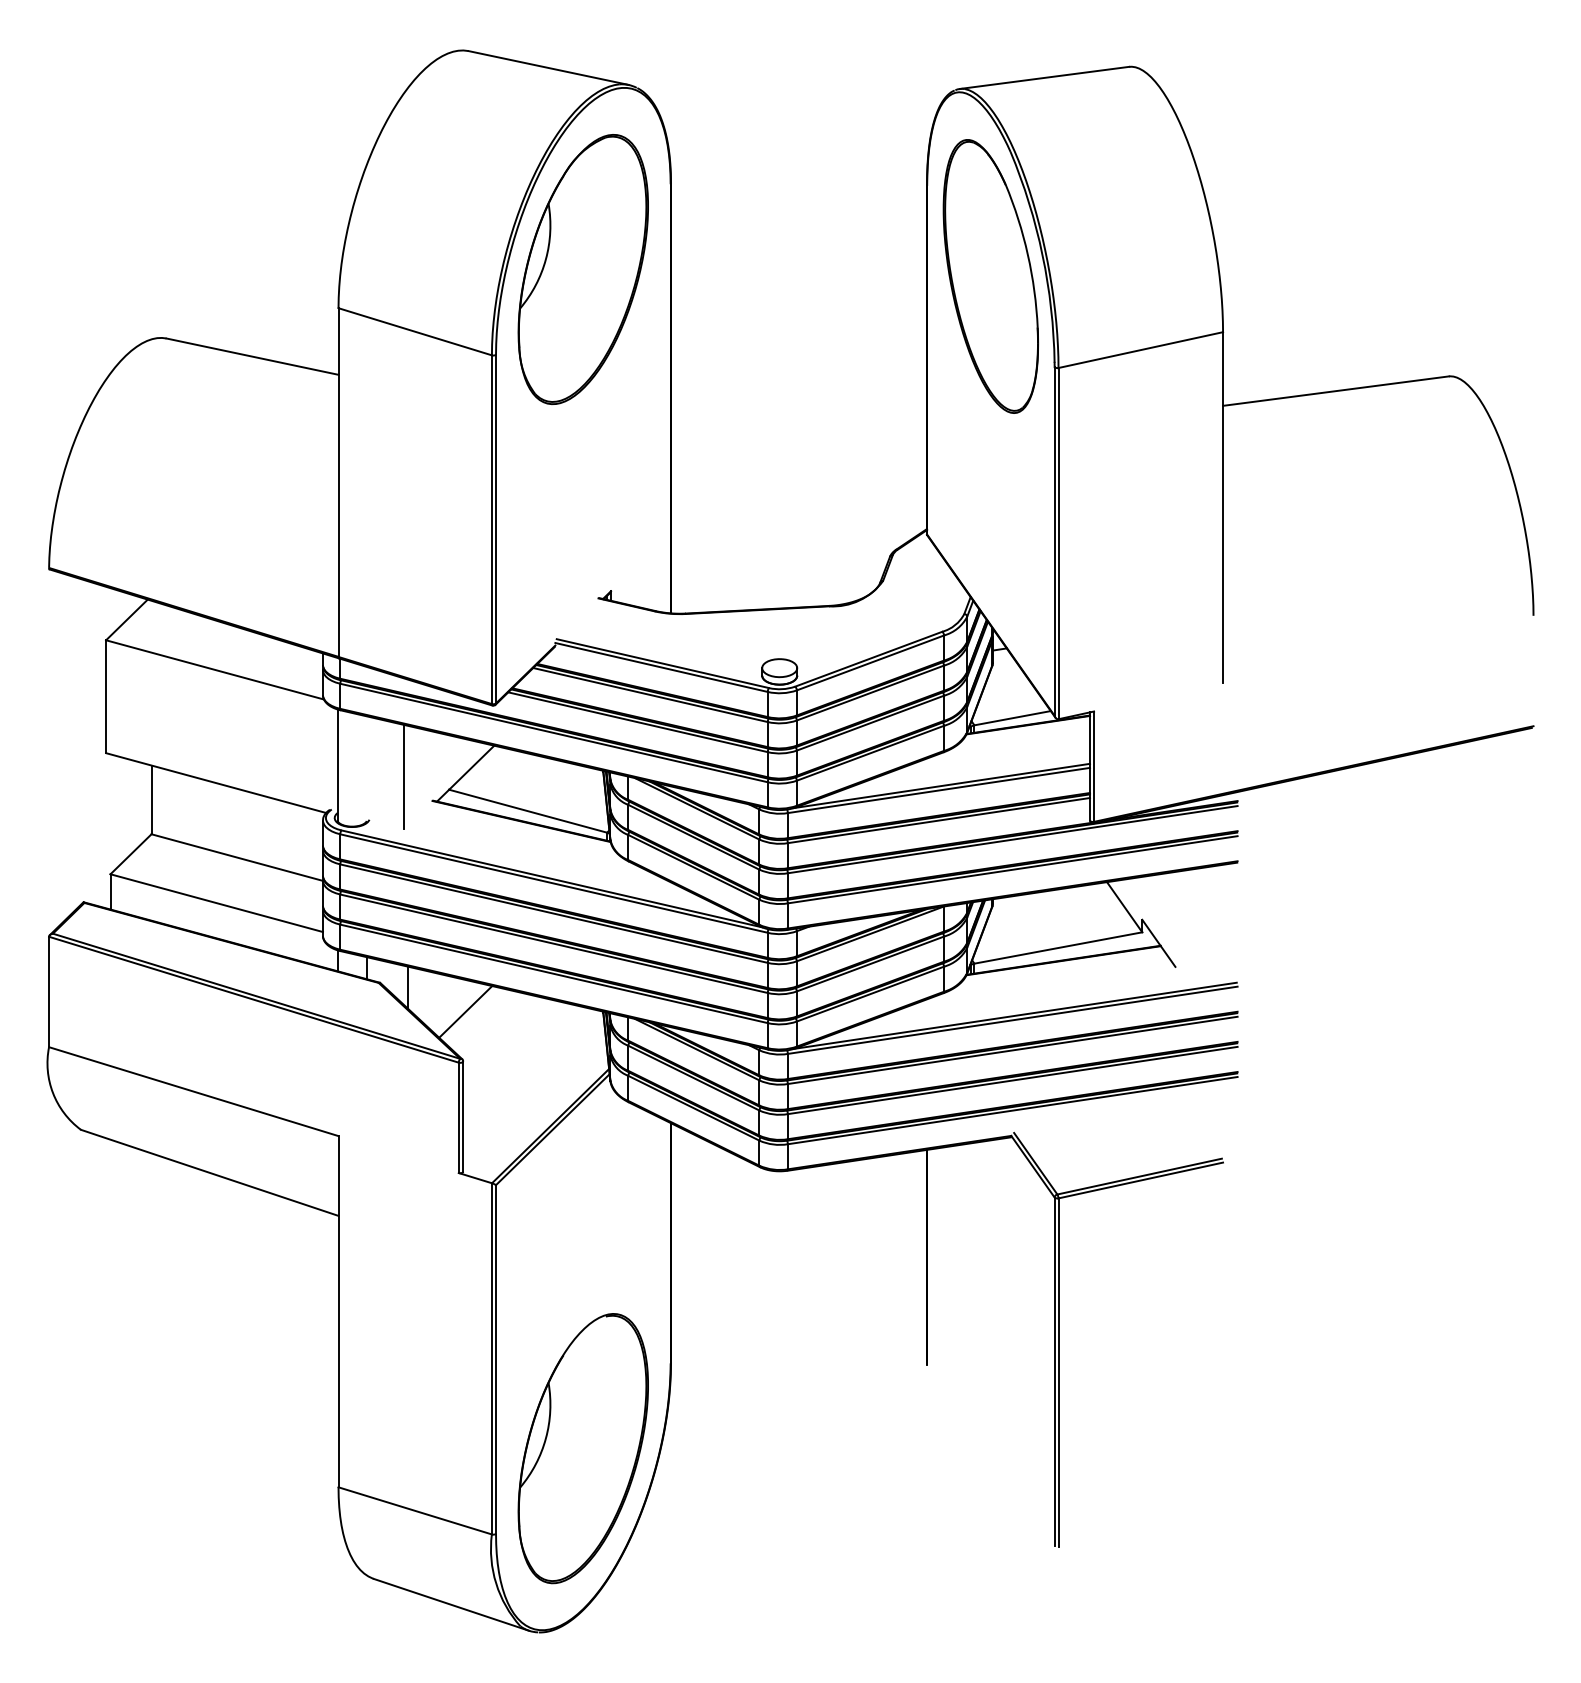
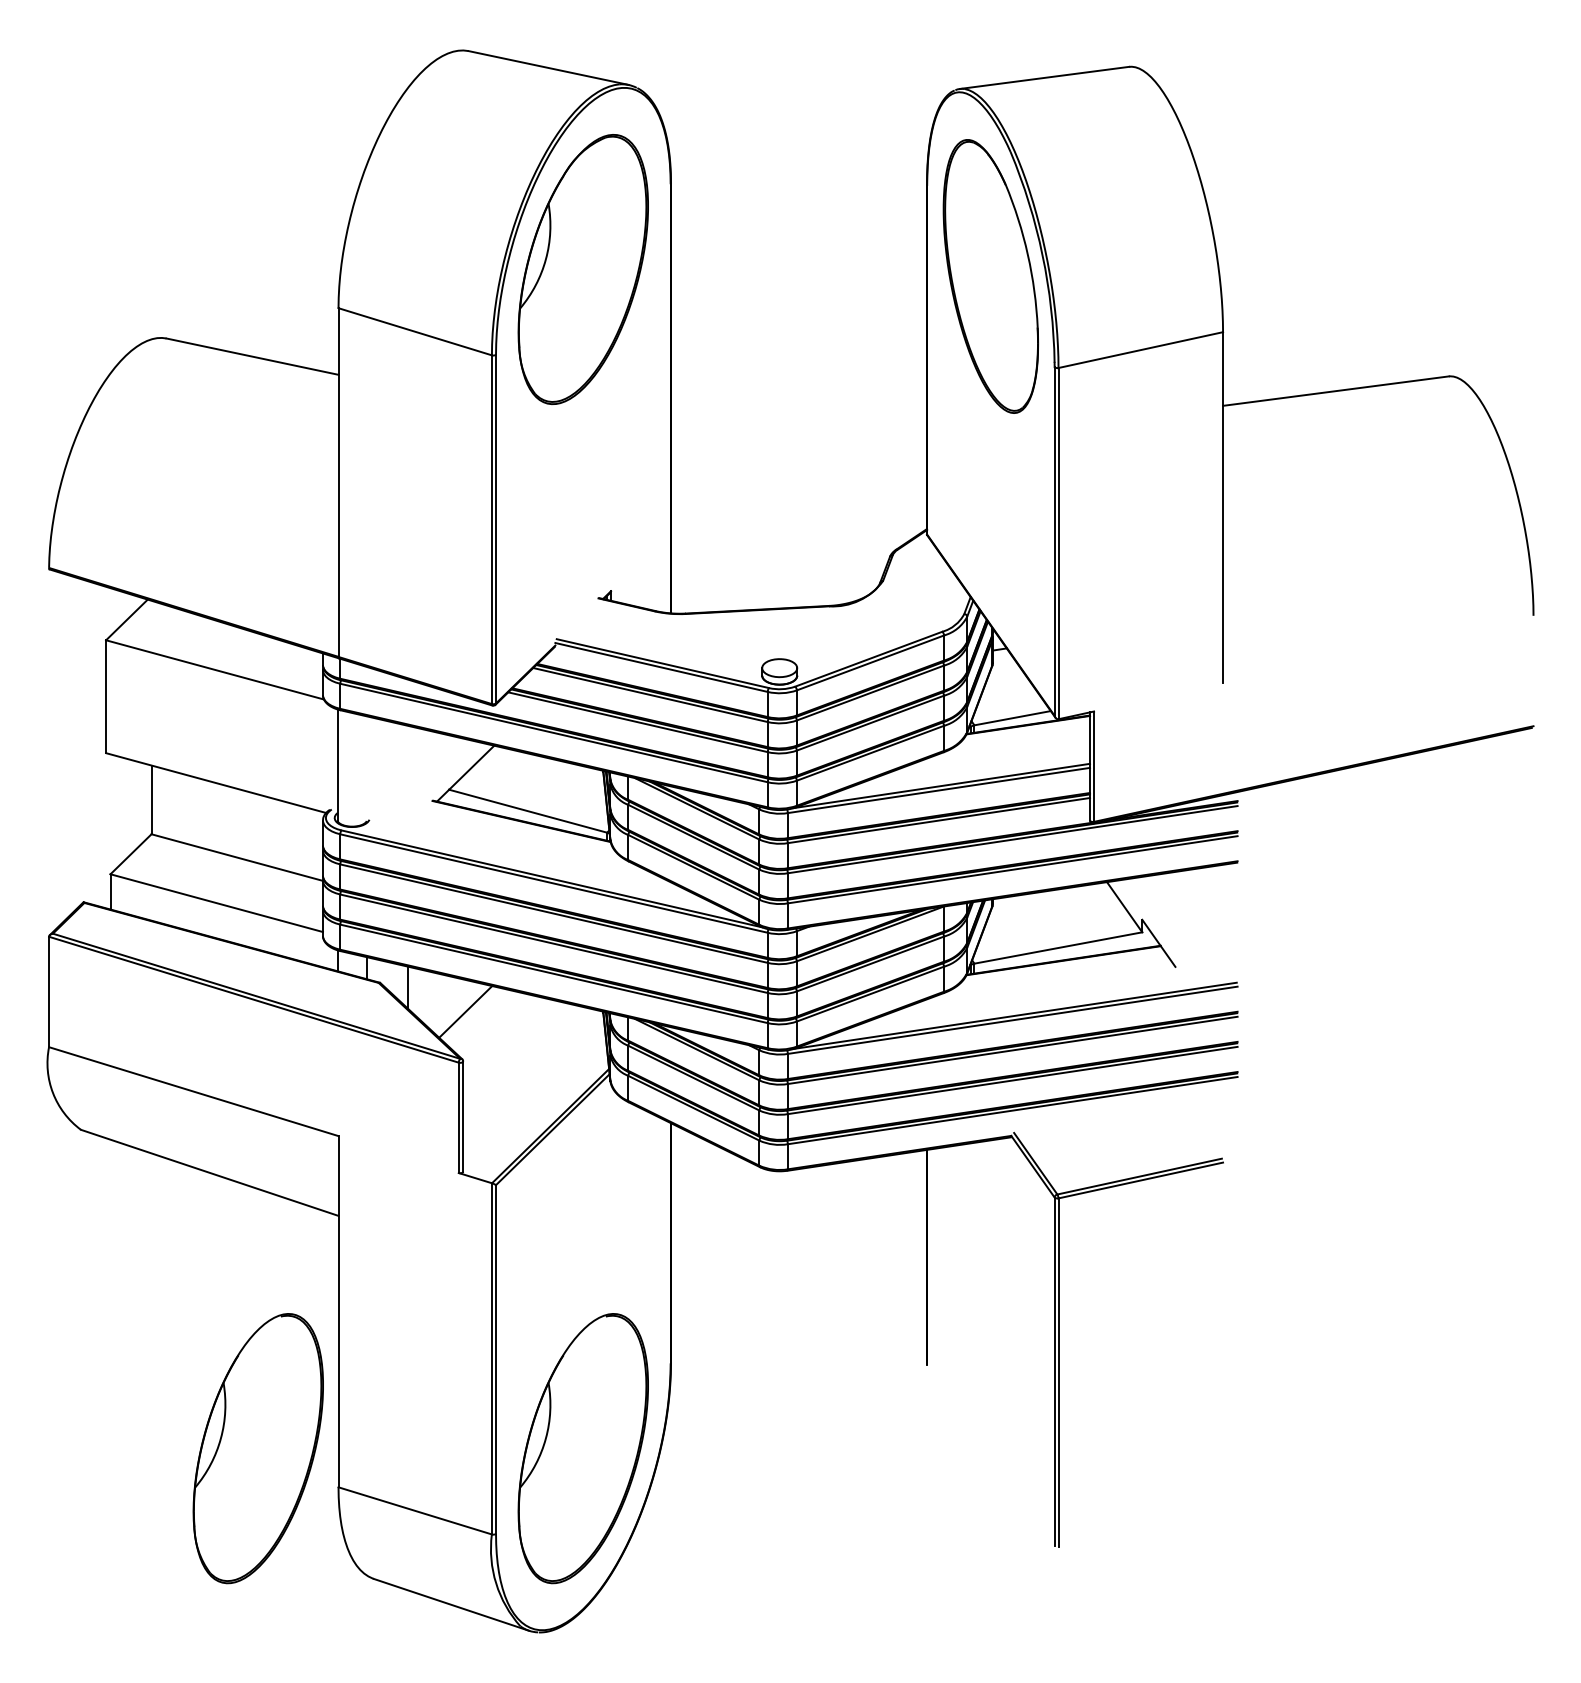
line at (403, 776): present -> none
part at (257, 1448): none -> present
